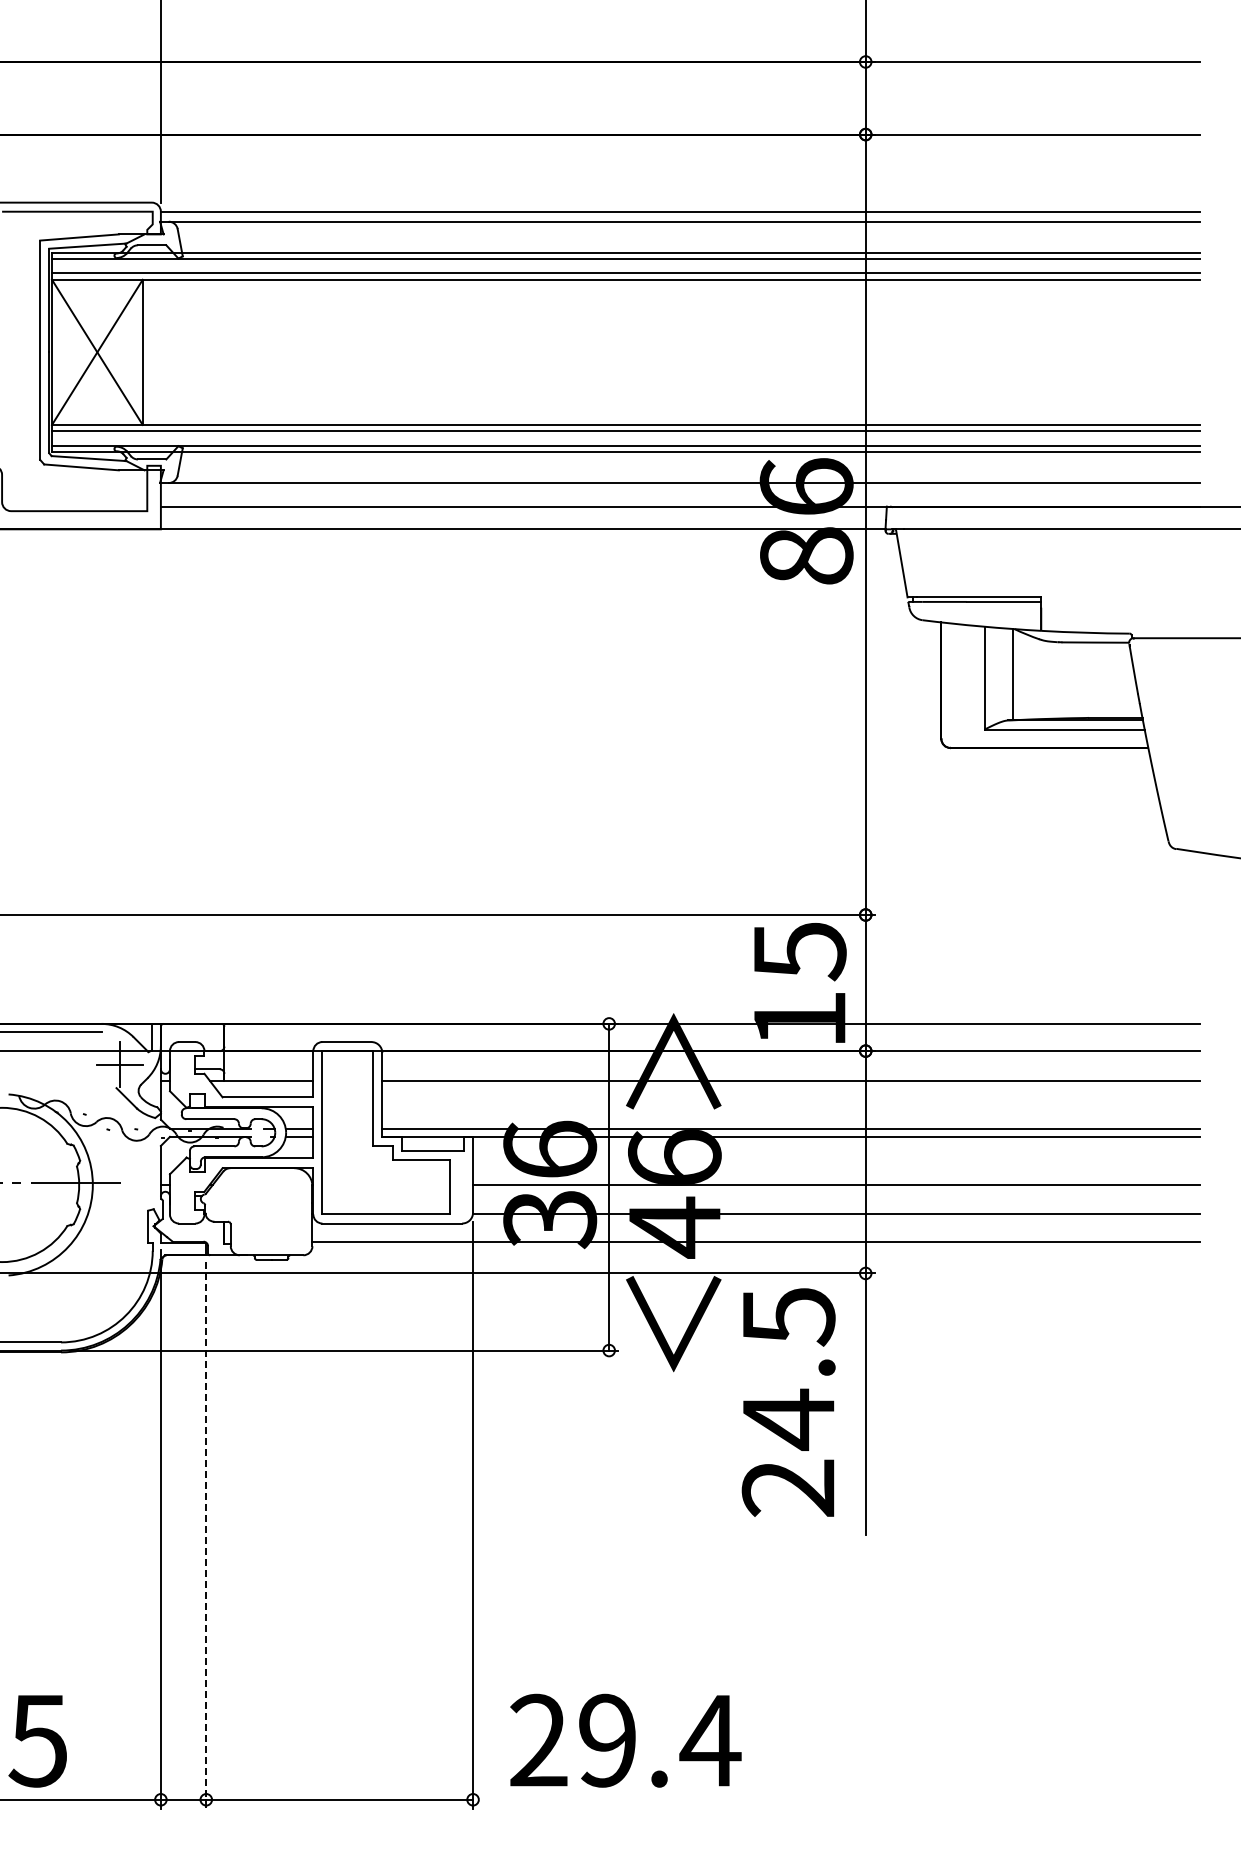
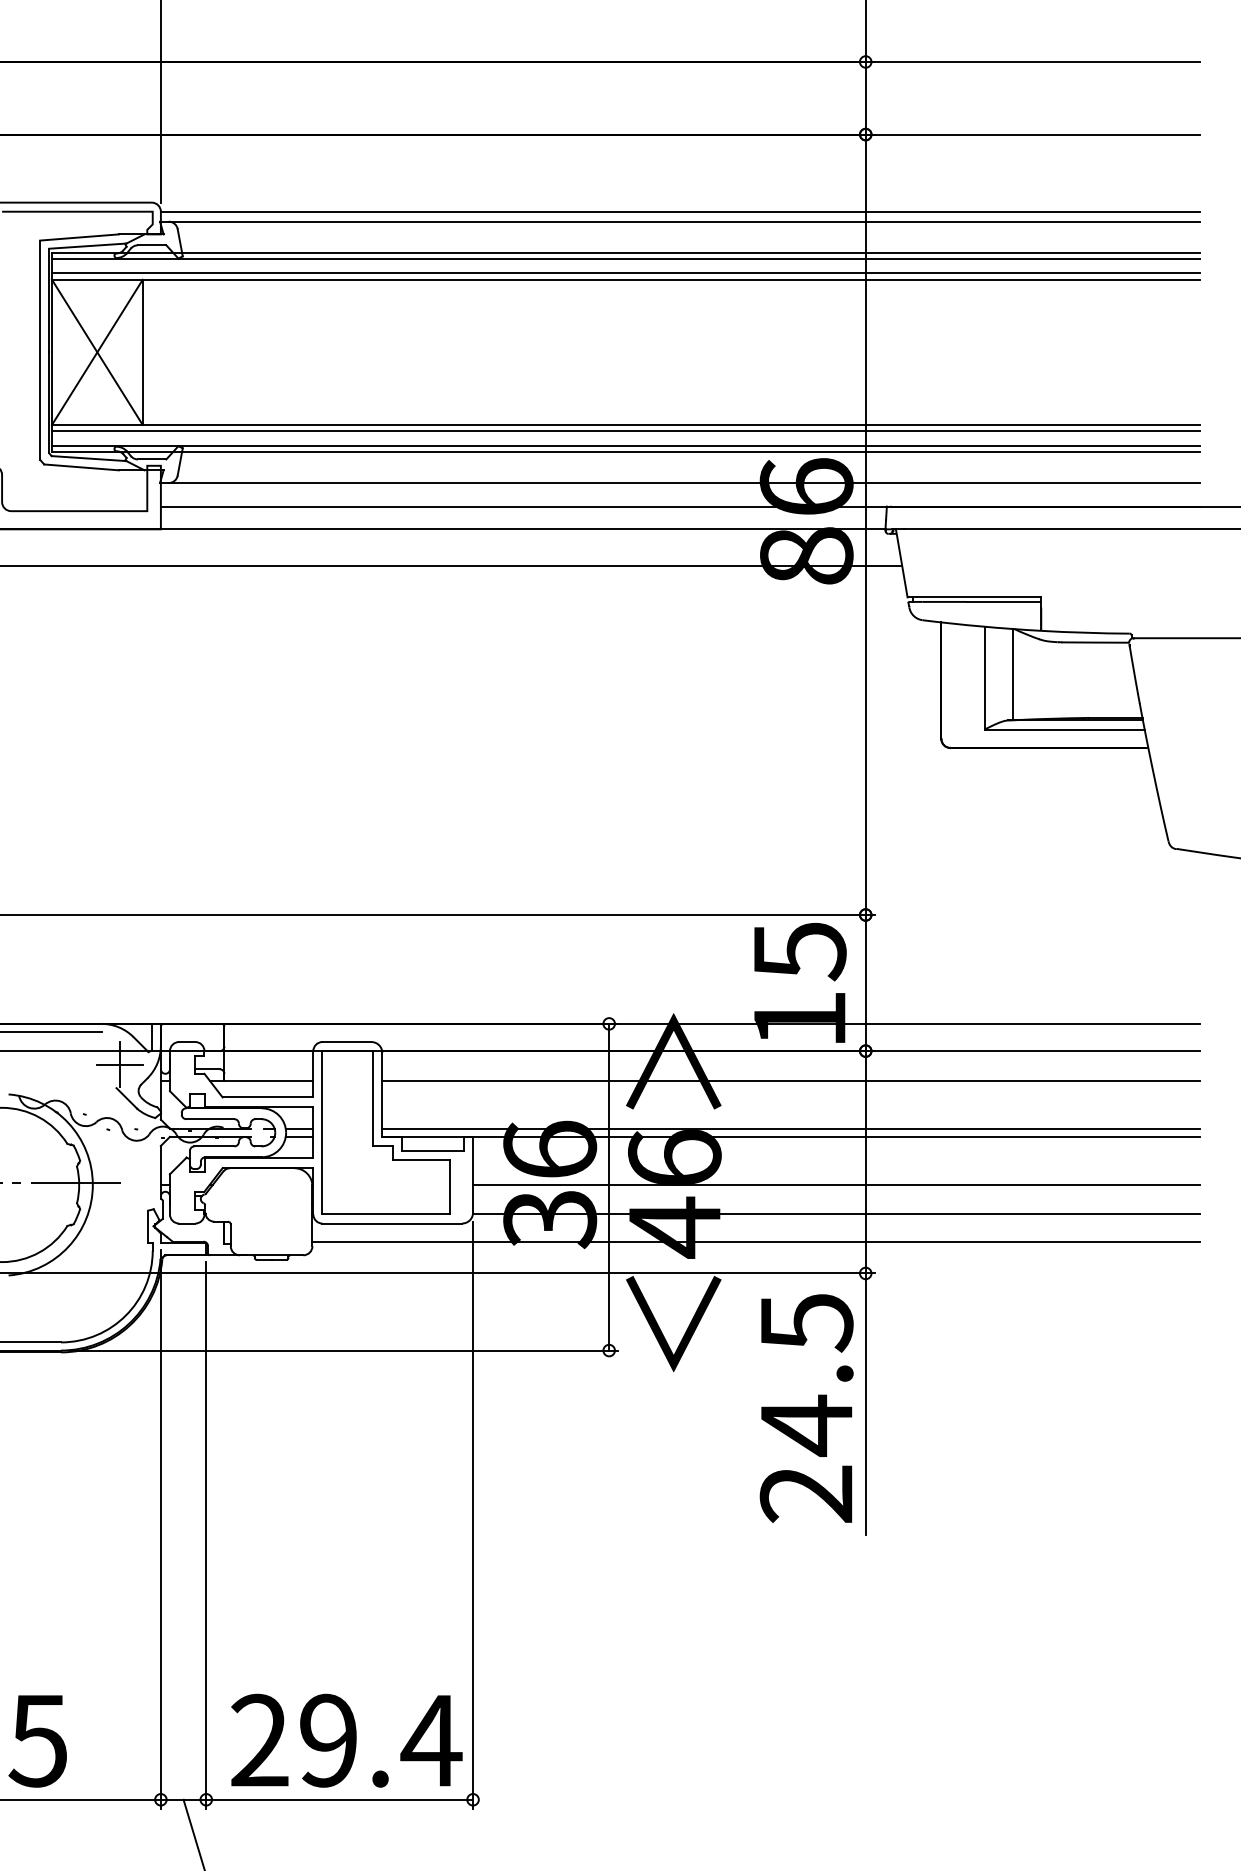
line at (452, 565): none -> present
text at (788, 1402) position: (788, 1402) -> (806, 1408)
line at (206, 1535): dashed -> solid
text at (625, 1740) position: (625, 1740) -> (346, 1740)
line at (193, 1833): none -> present
